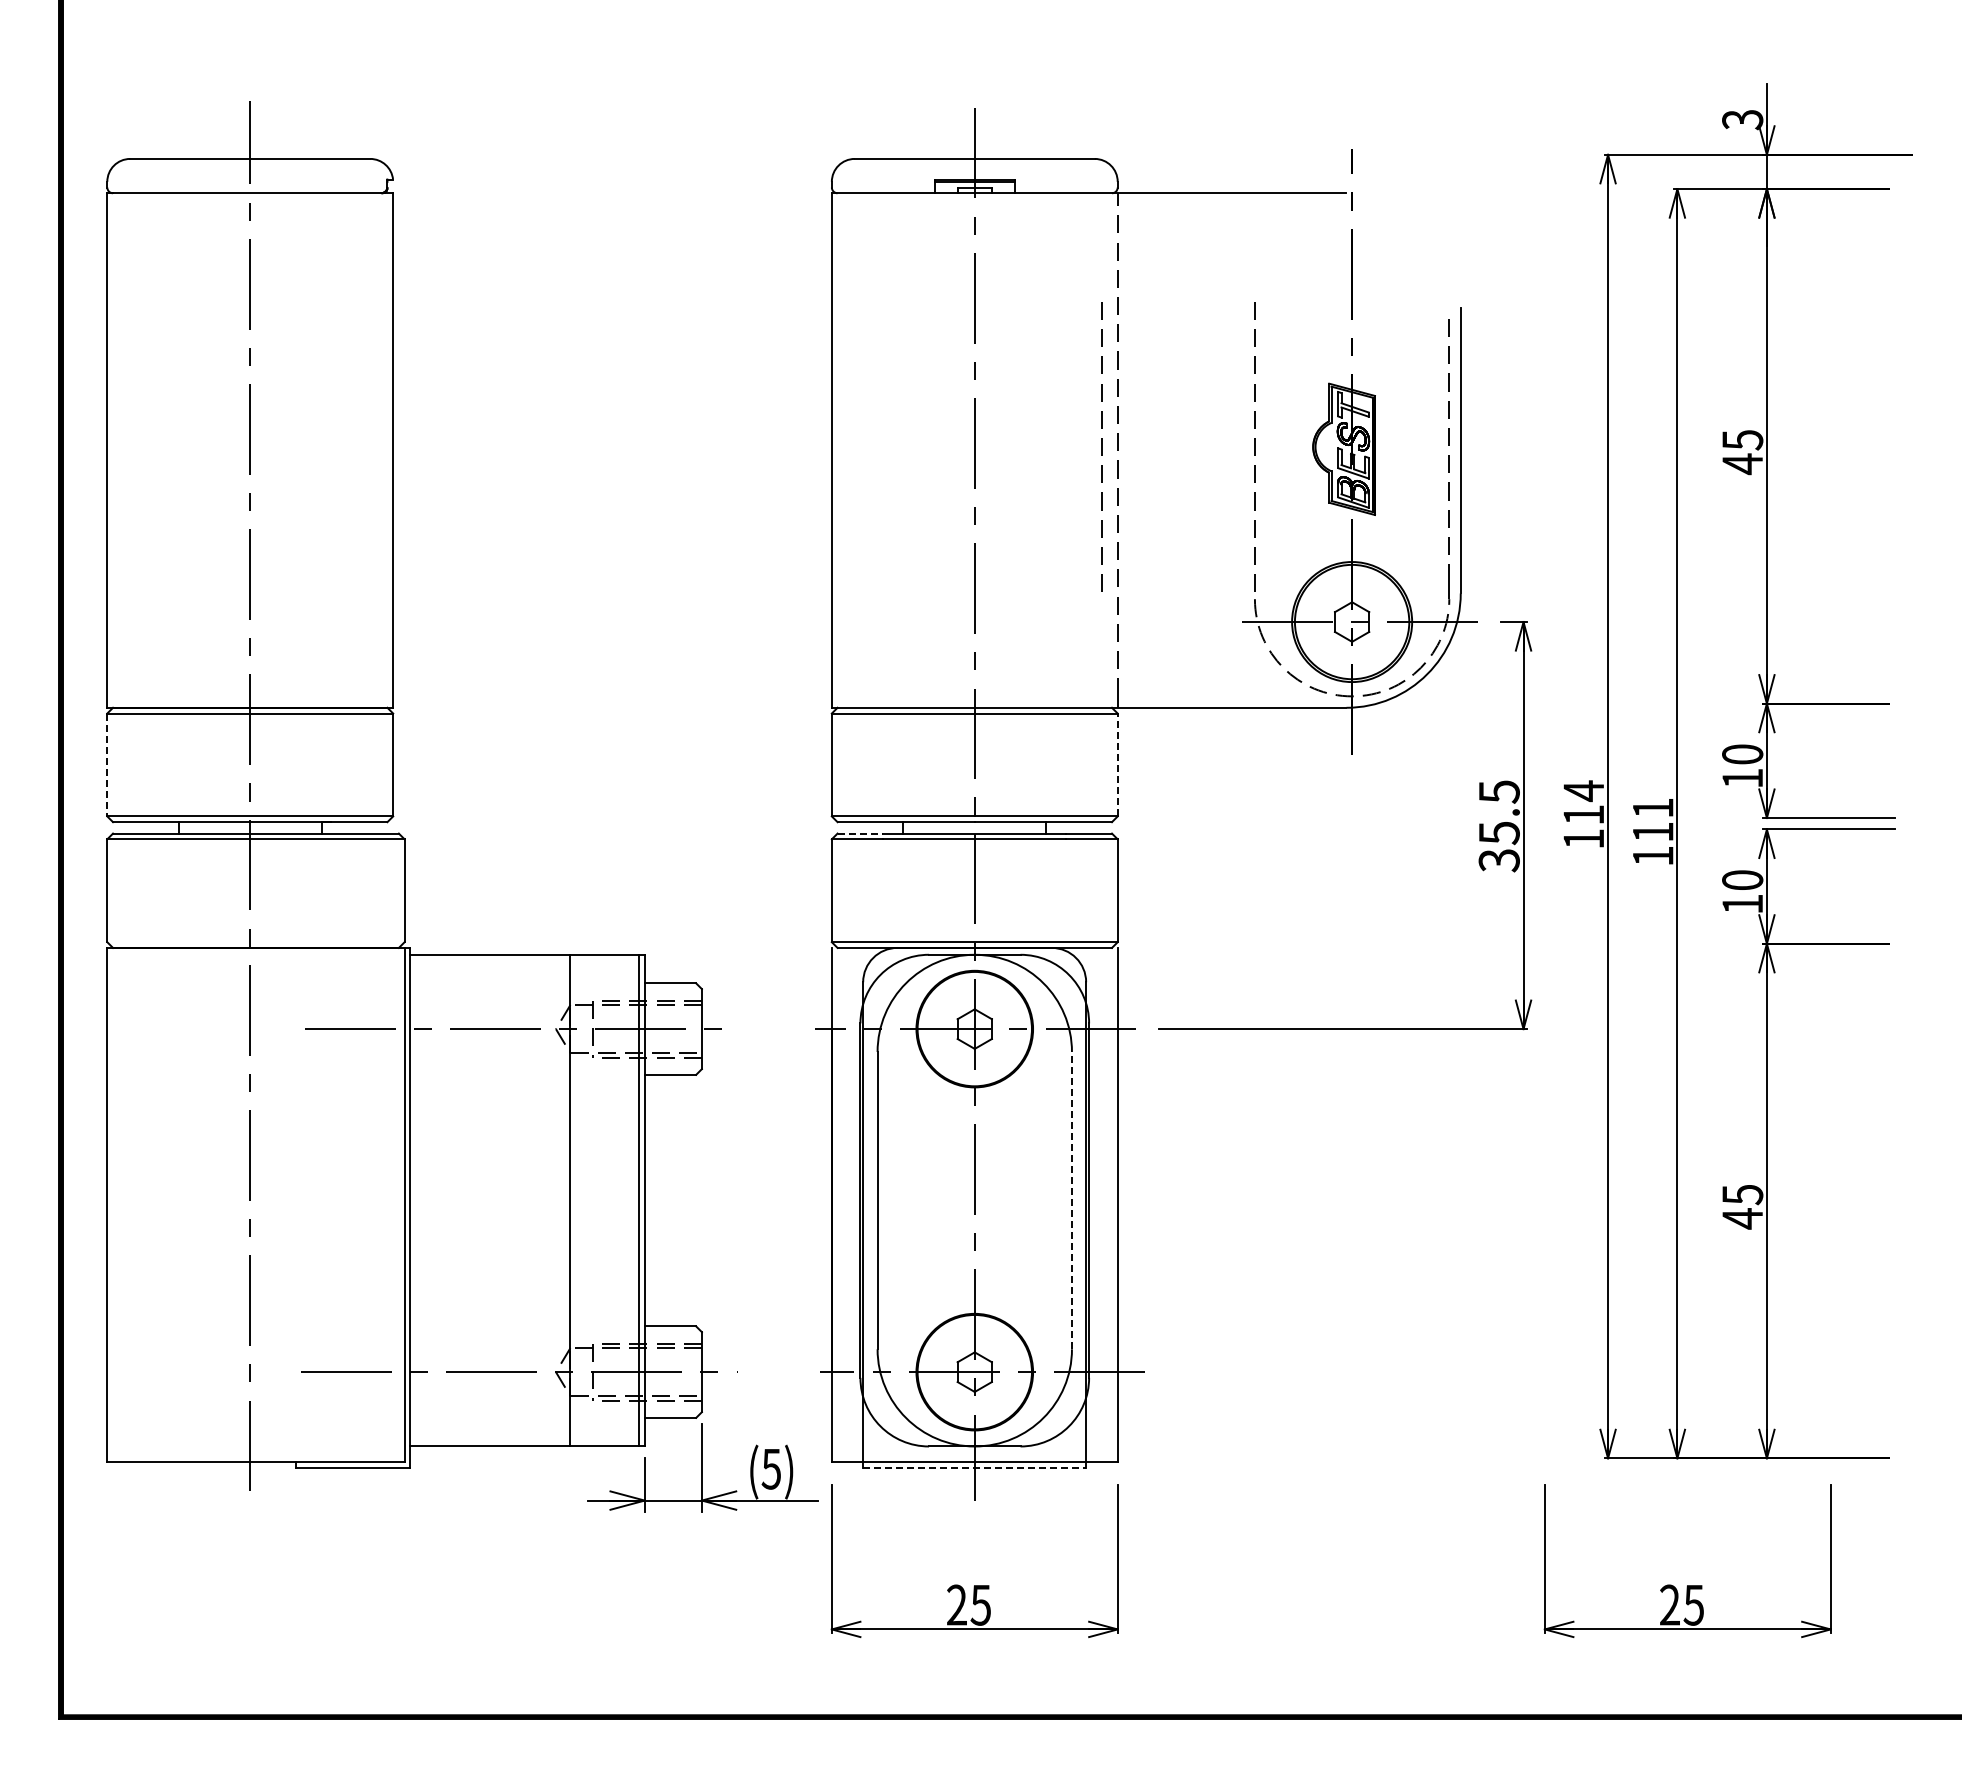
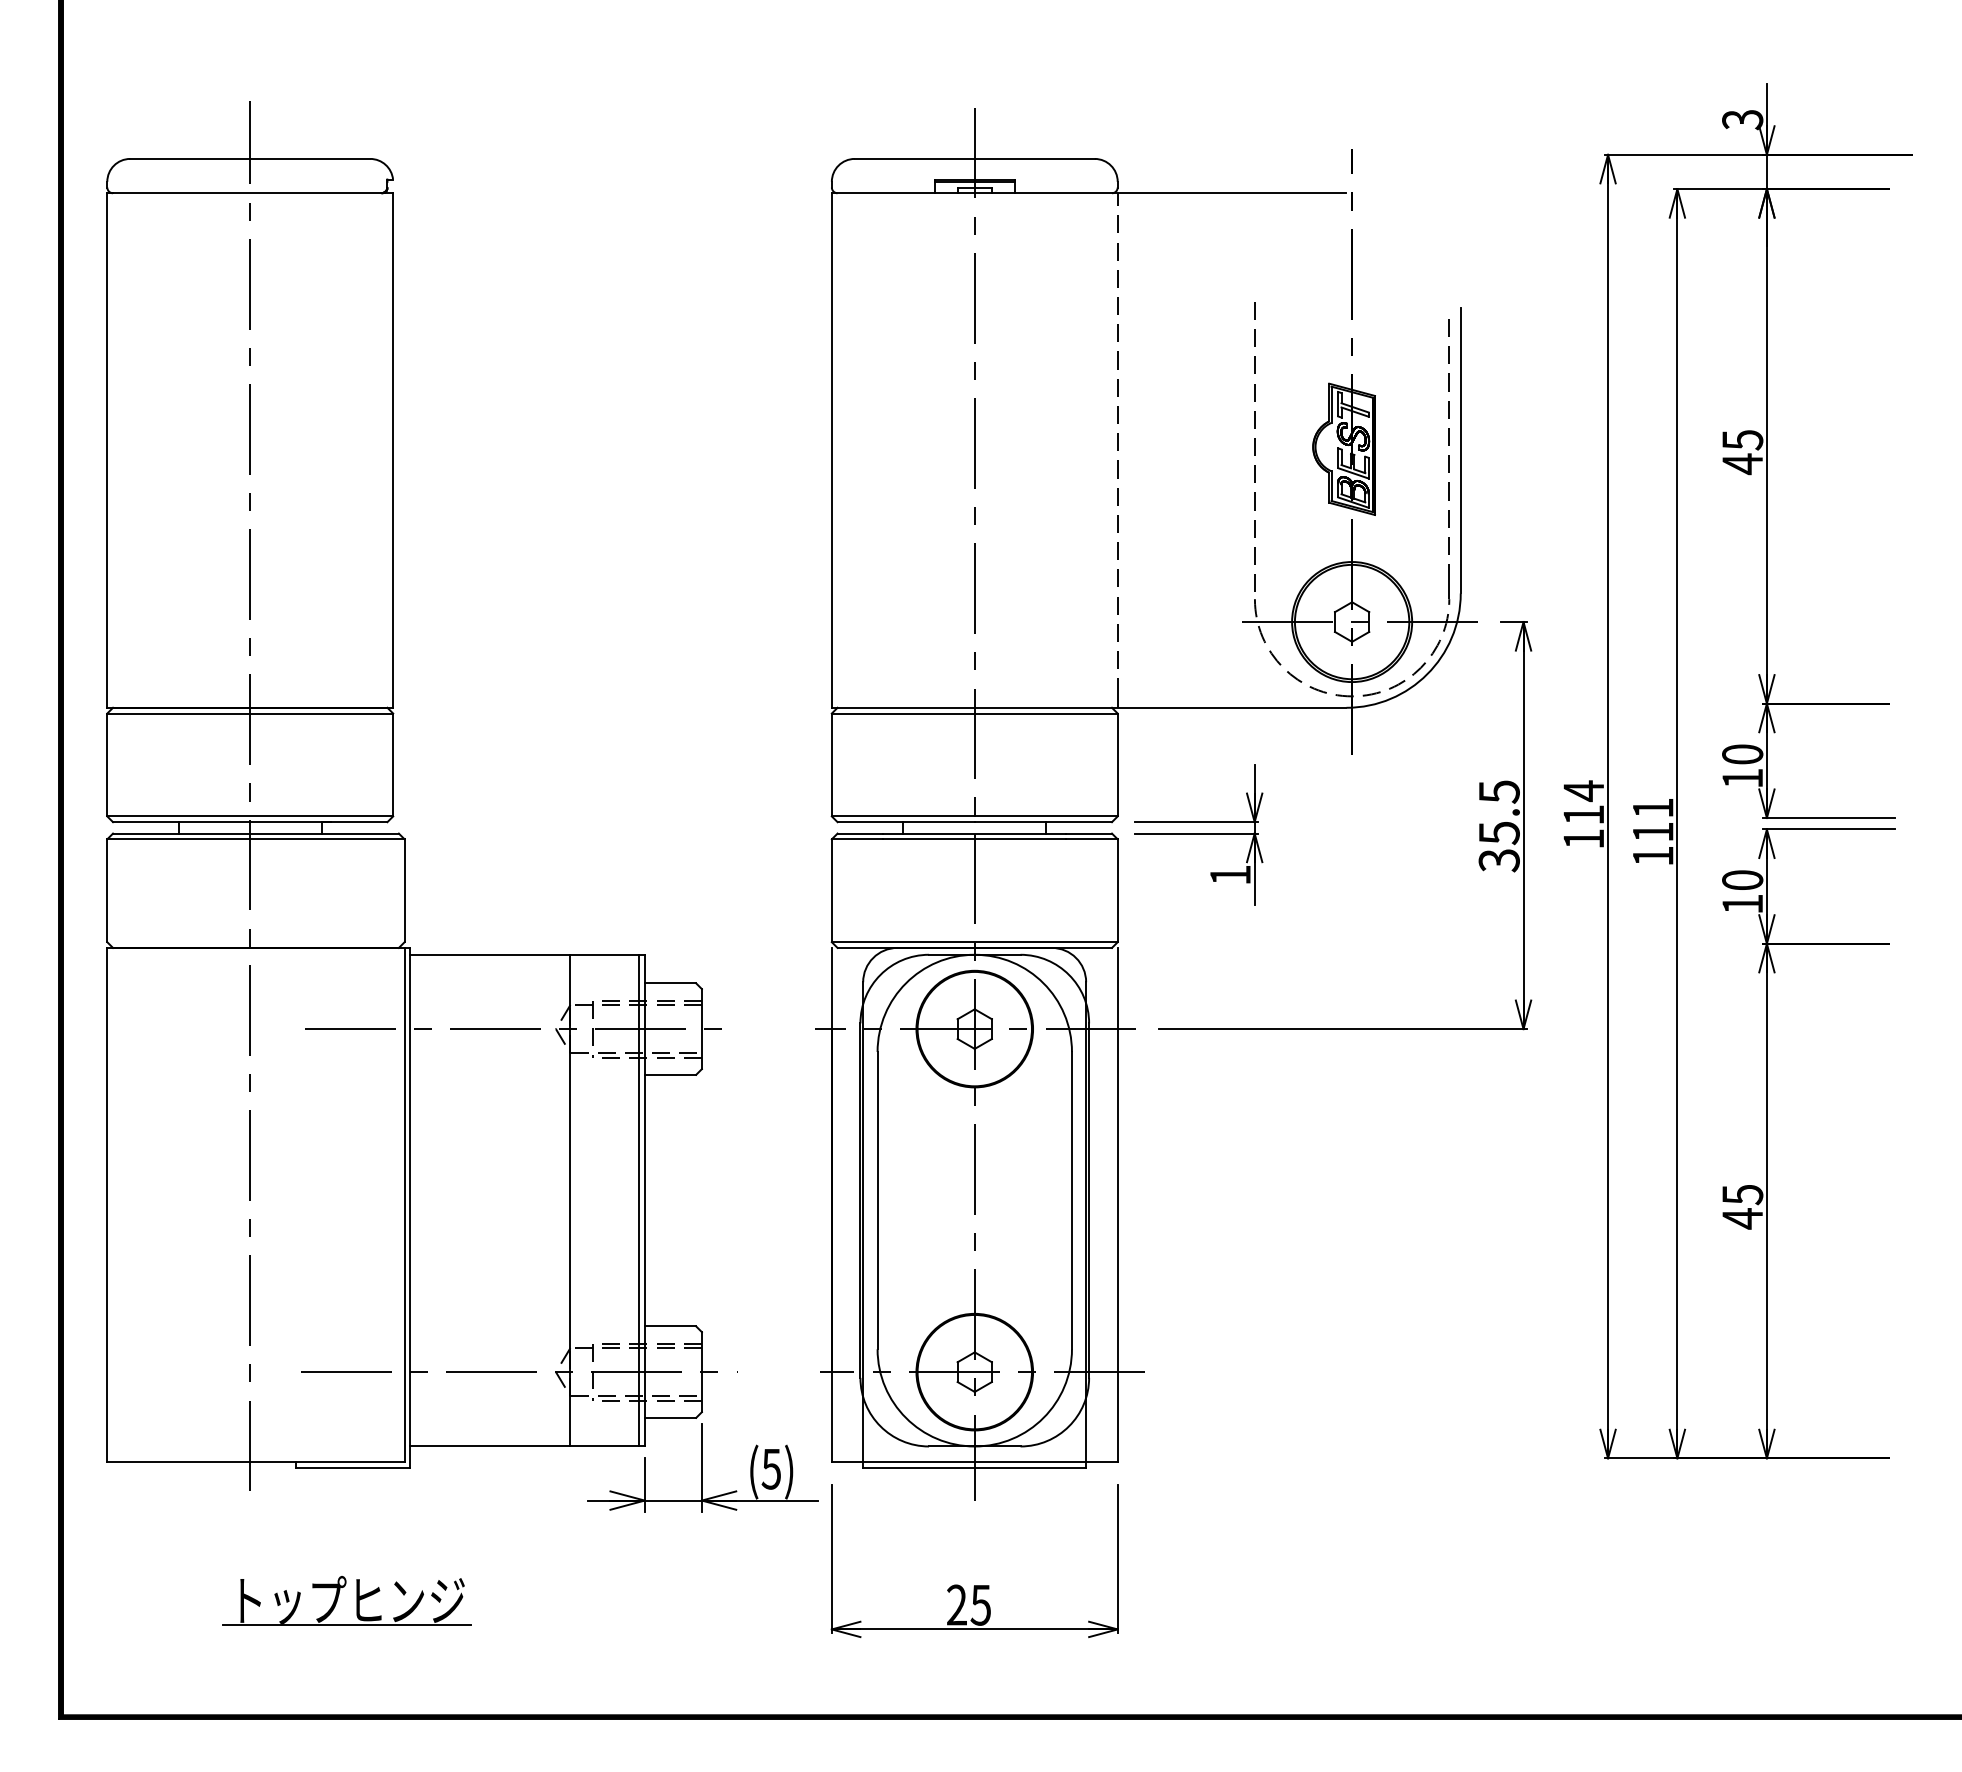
line at (1101, 446): present -> none
line at (1117, 764): dashed -> solid
line at (107, 765): dashed -> solid
line at (860, 833): dashed -> solid
part at (1198, 834): none -> present
line at (1071, 1200): dashed -> solid
line at (975, 1468): dashed -> solid
part at (1687, 1585): present -> none
part at (338, 1598): none -> present
